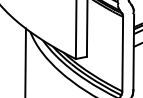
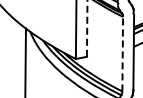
line at (87, 28): solid -> dashed
line at (122, 53): solid -> dashed
